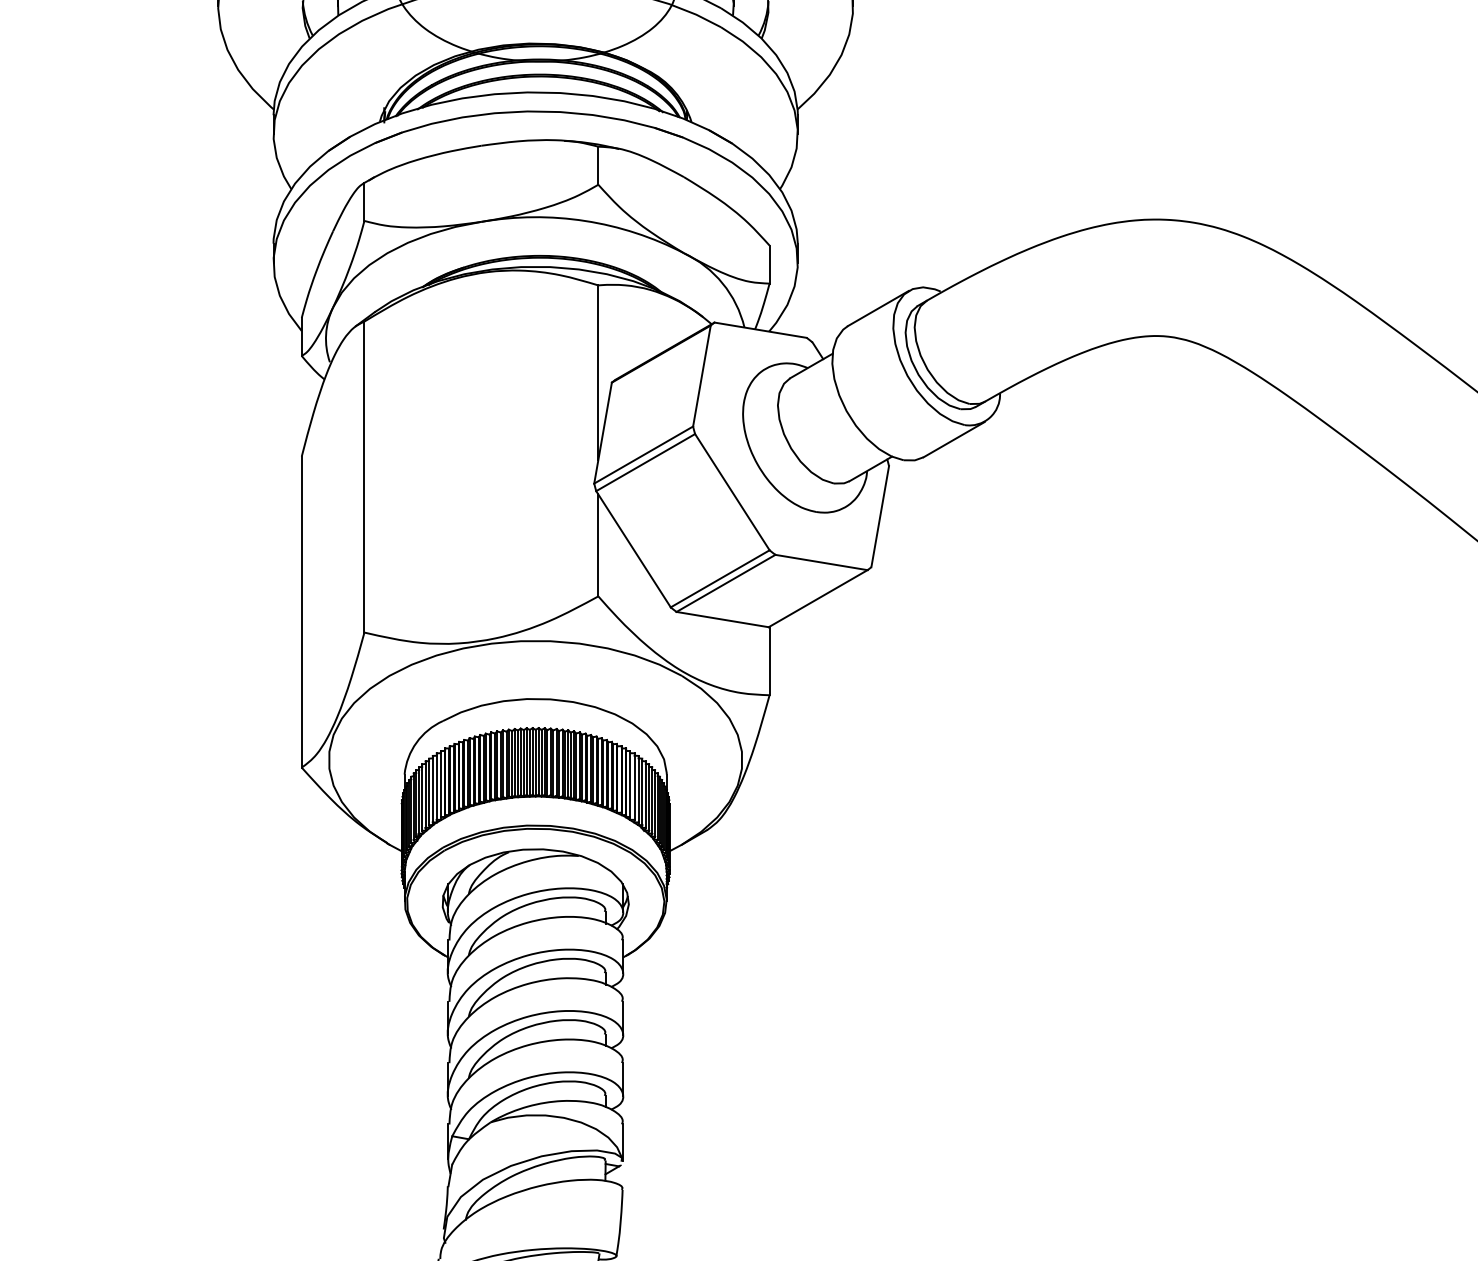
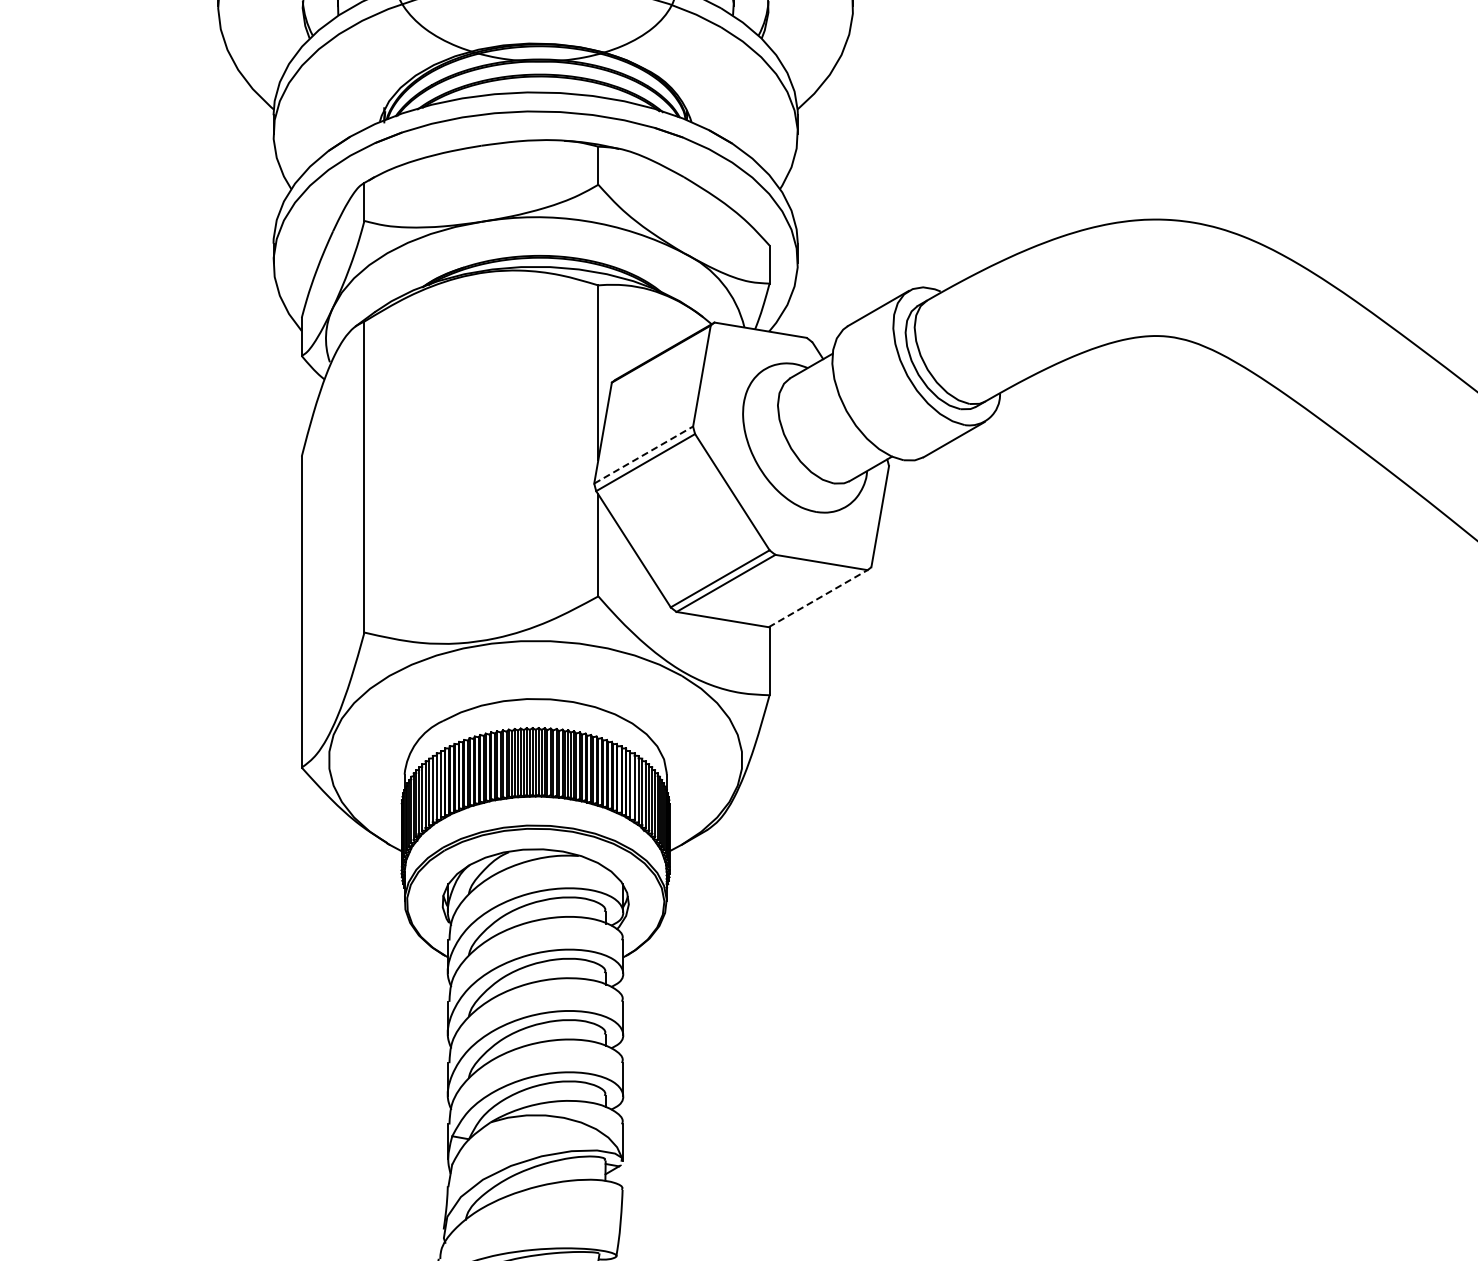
line at (644, 454): solid -> dashed
line at (818, 598): solid -> dashed
